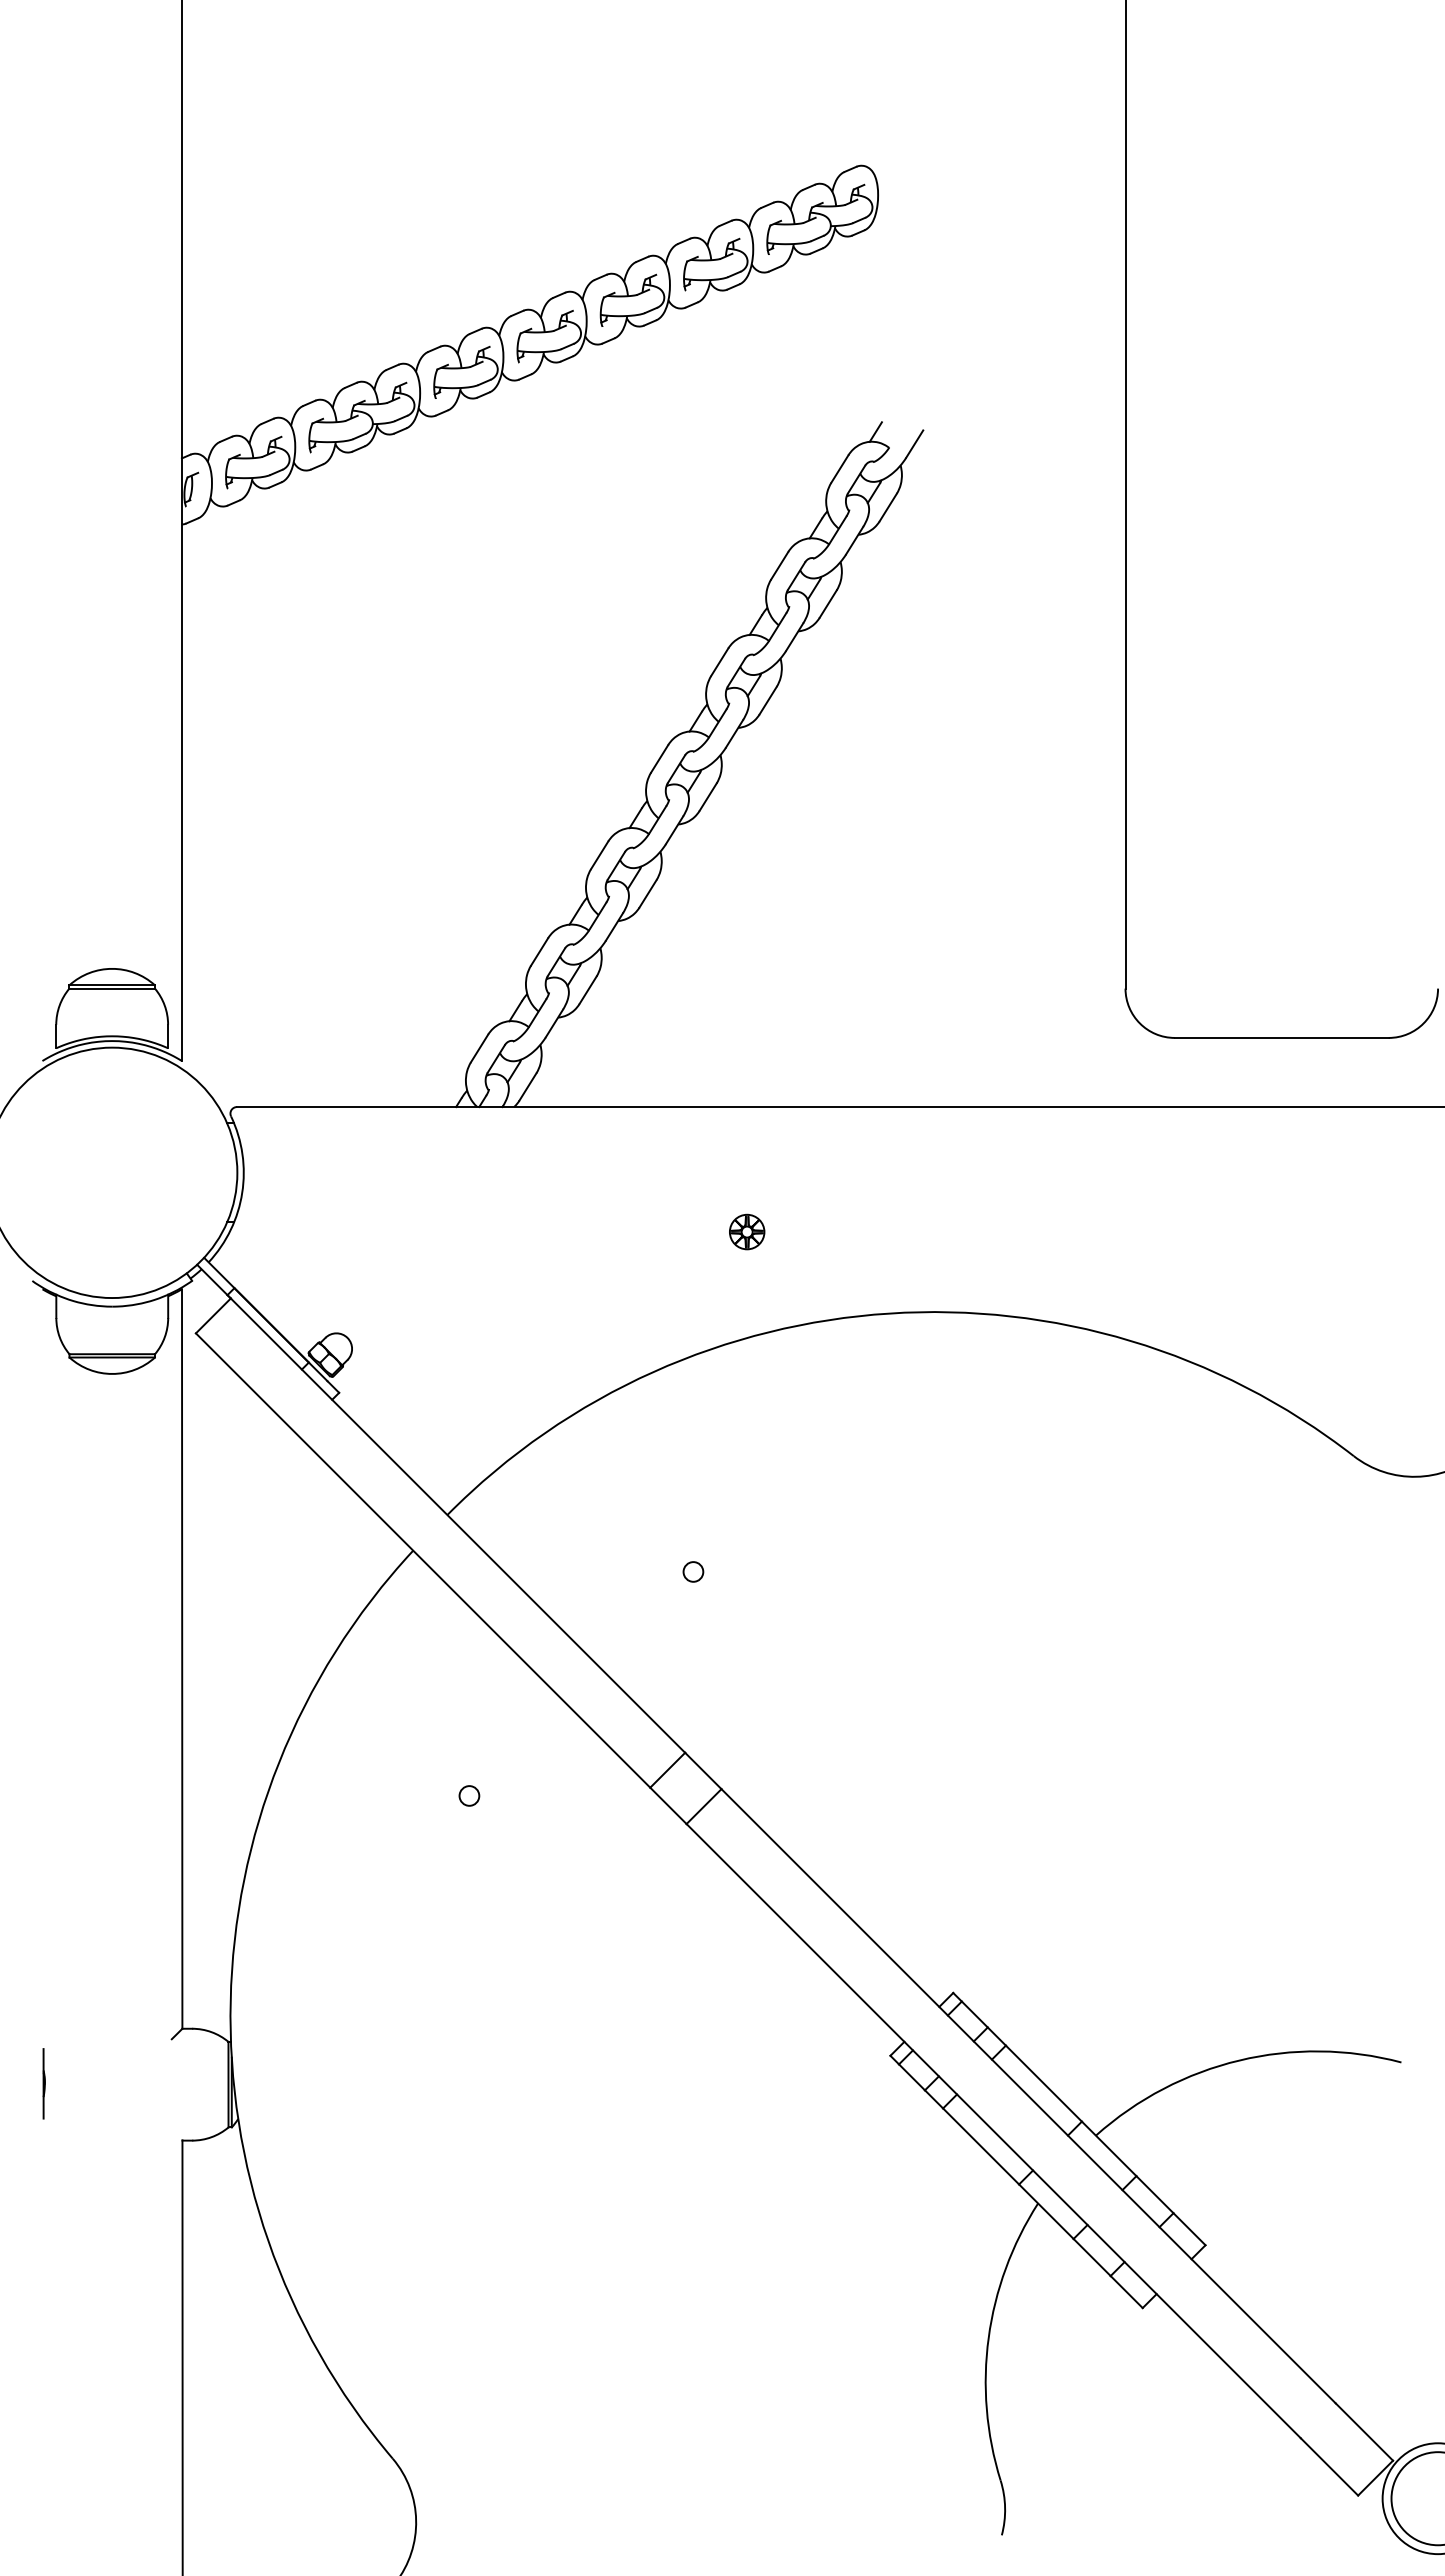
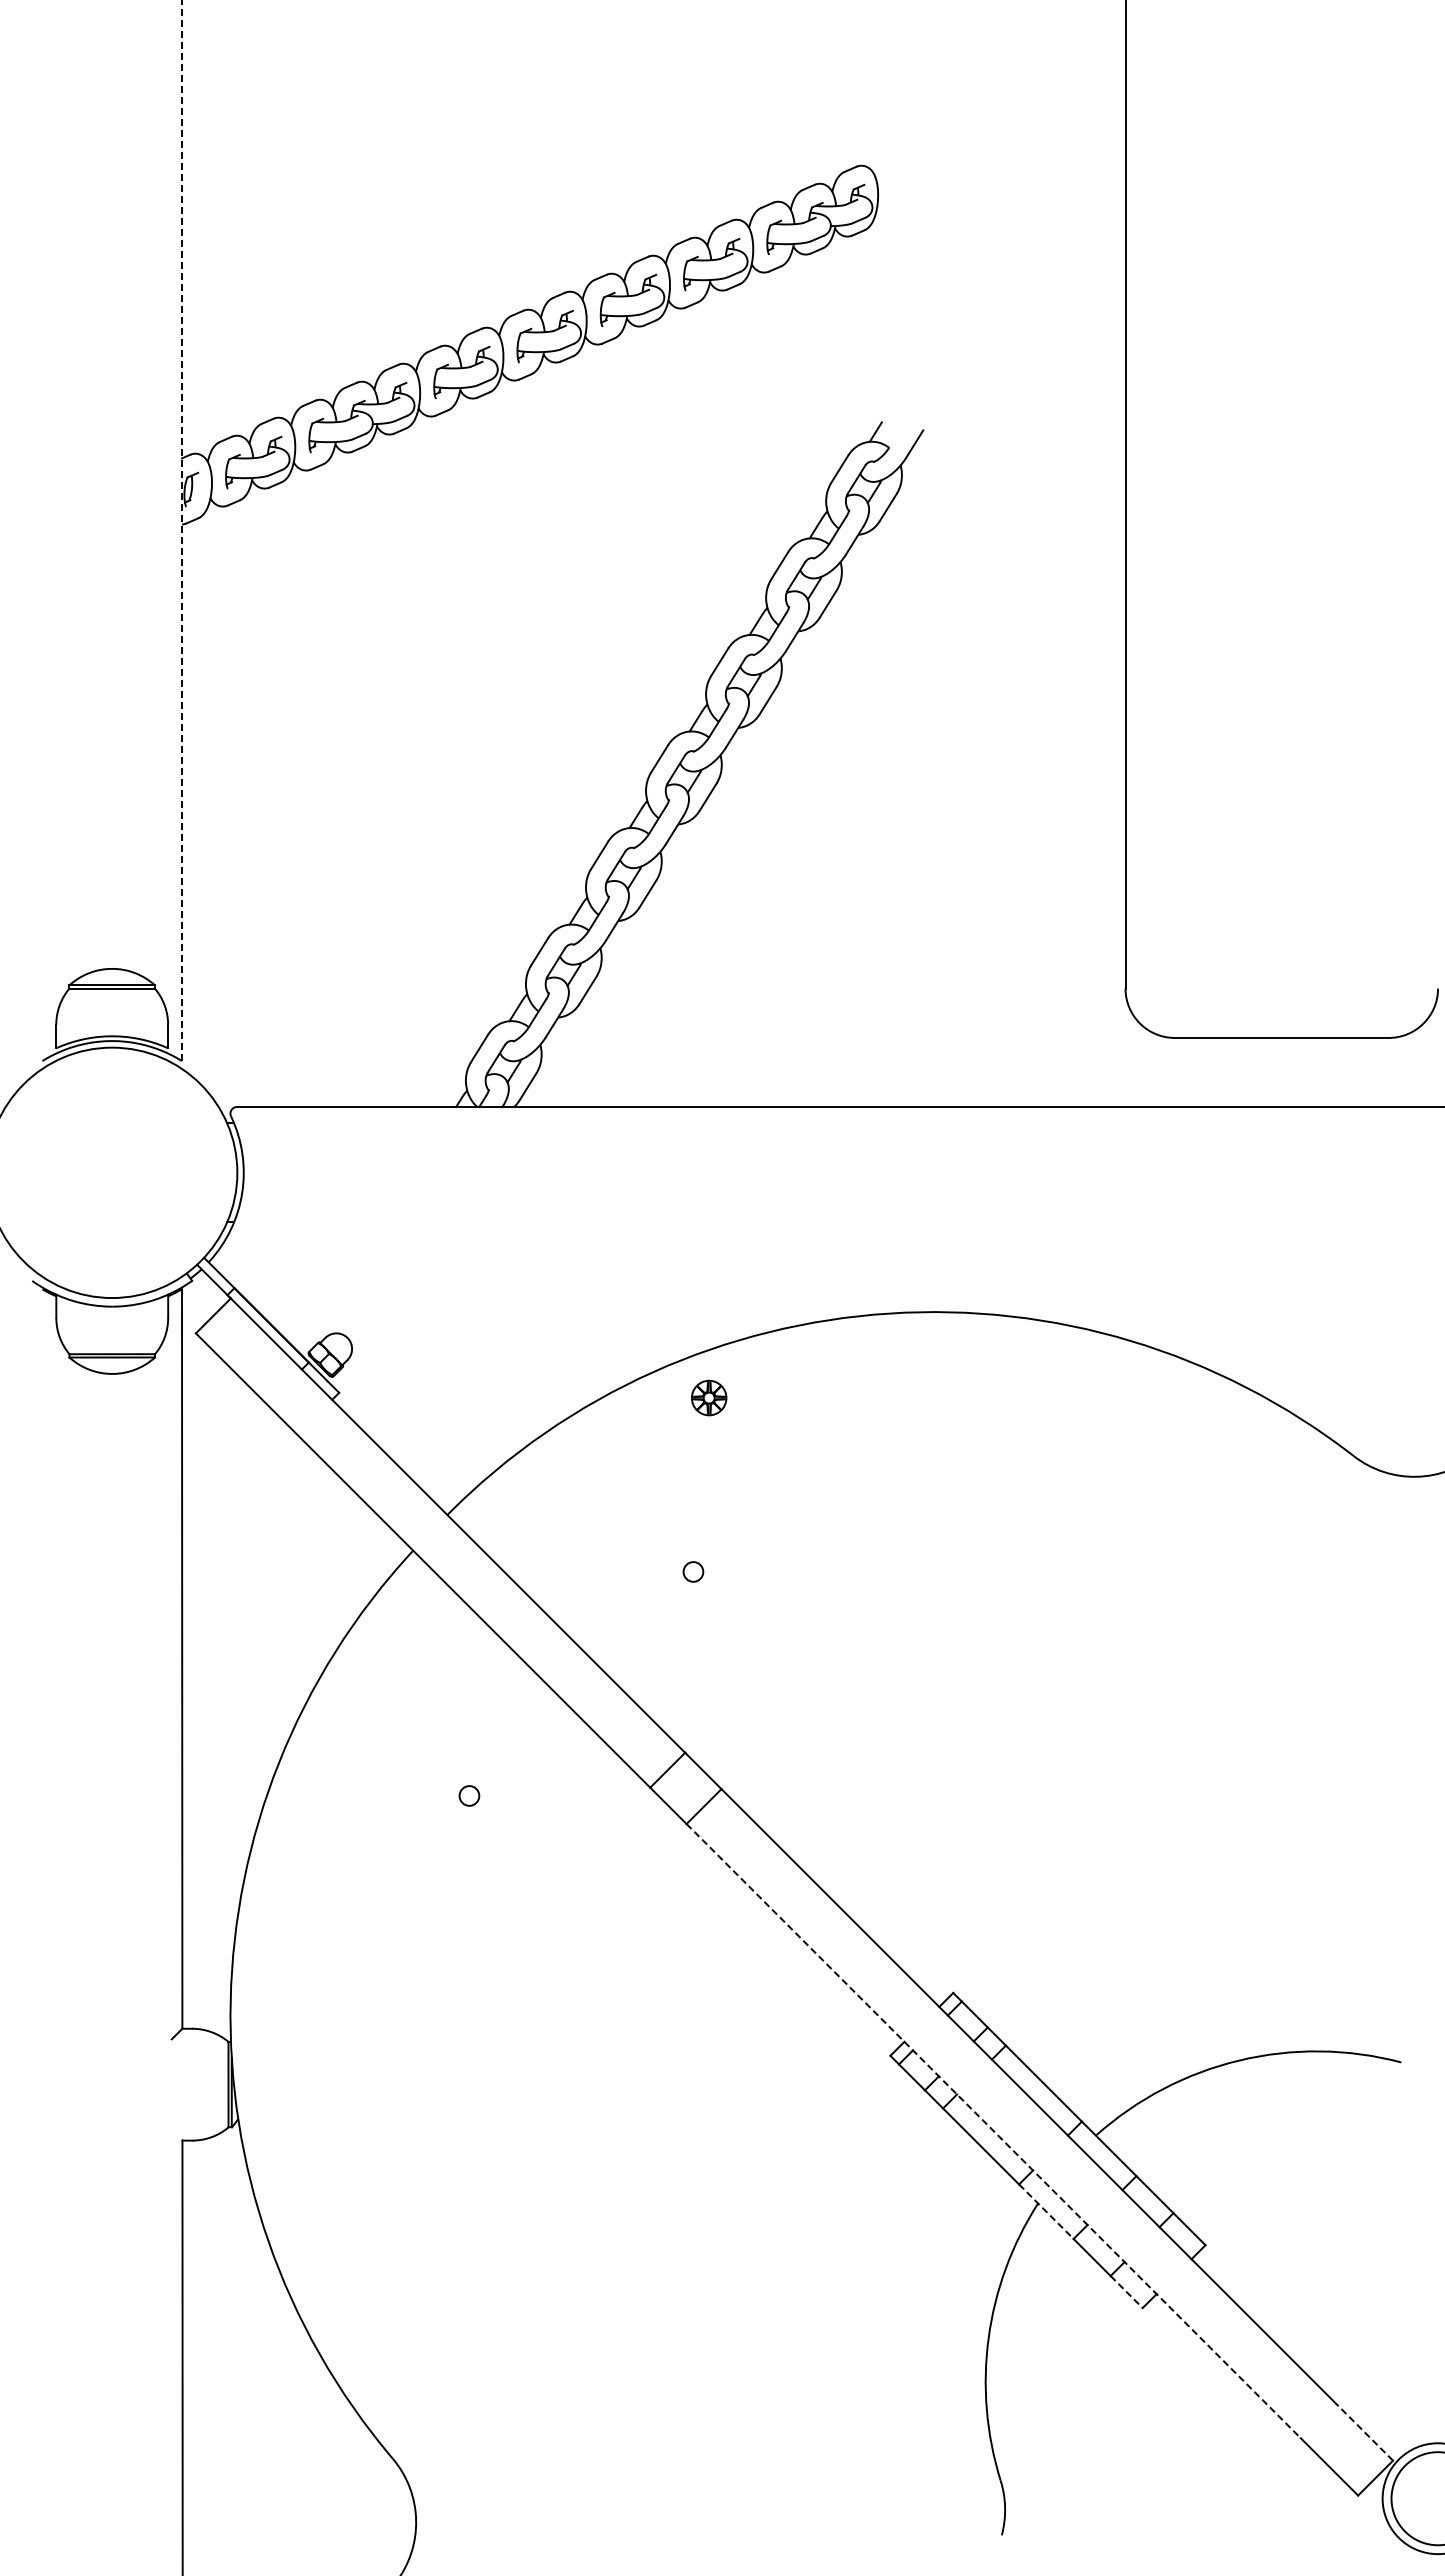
line at (181, 530): solid -> dashed
part at (747, 1231) position: (747, 1231) -> (709, 1397)
line at (43, 2083): present -> none
line at (994, 2131): solid -> dashed
line at (1046, 2211): solid -> dashed
line at (1126, 2292): solid -> dashed
line at (1364, 2432): solid -> dashed
